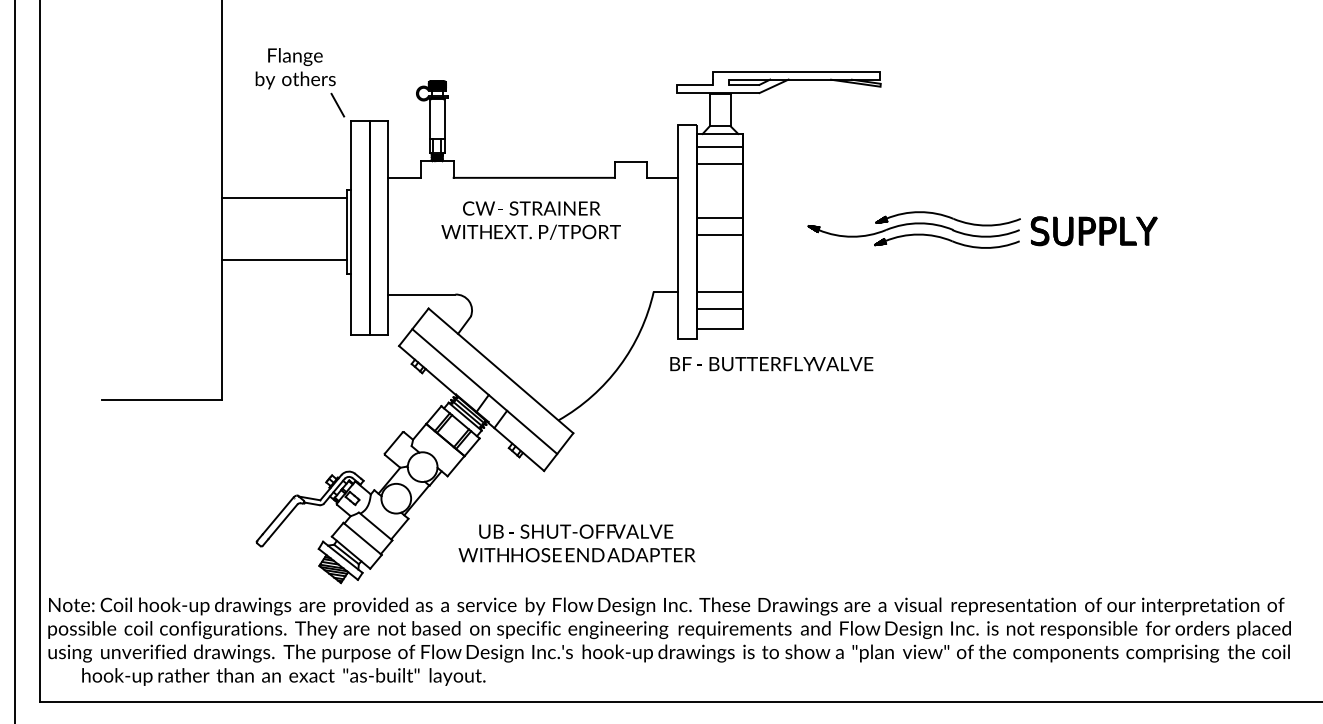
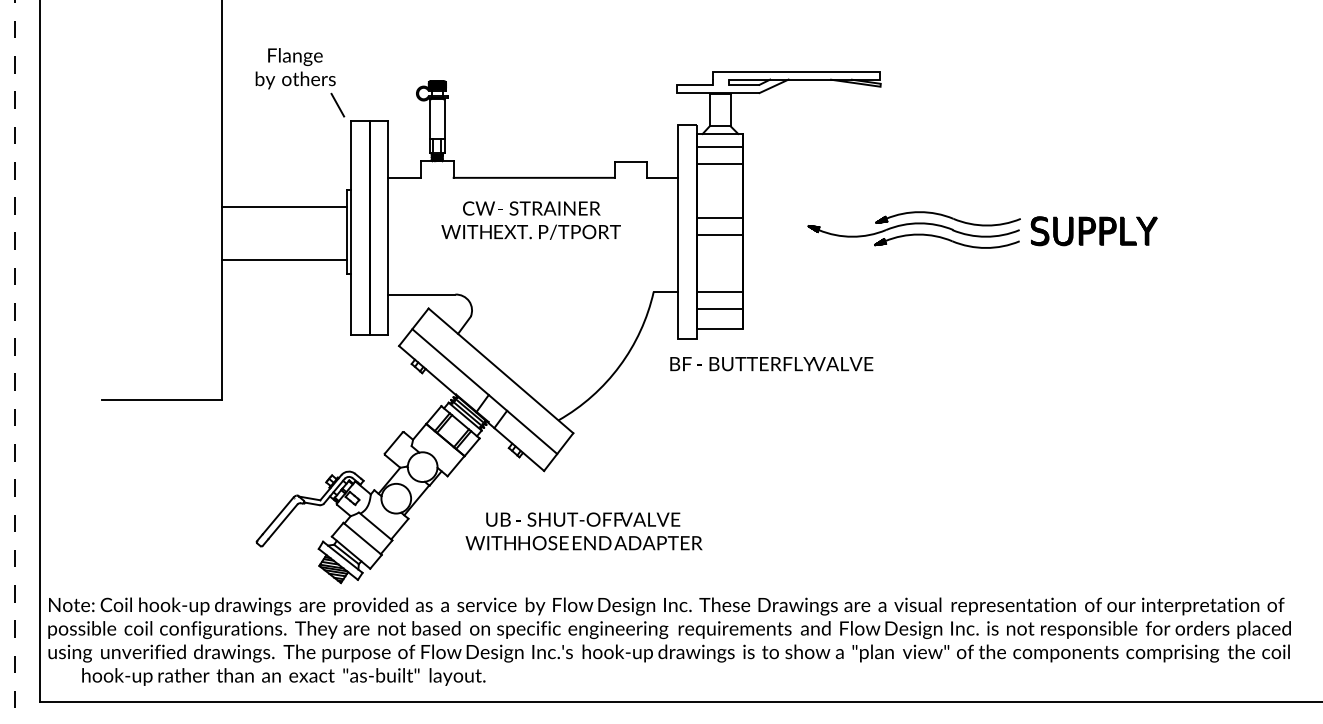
line at (284, 197) position: (284, 197) -> (284, 206)
line at (15, 362): solid -> dashed
text at (576, 543) position: (576, 543) -> (583, 531)
